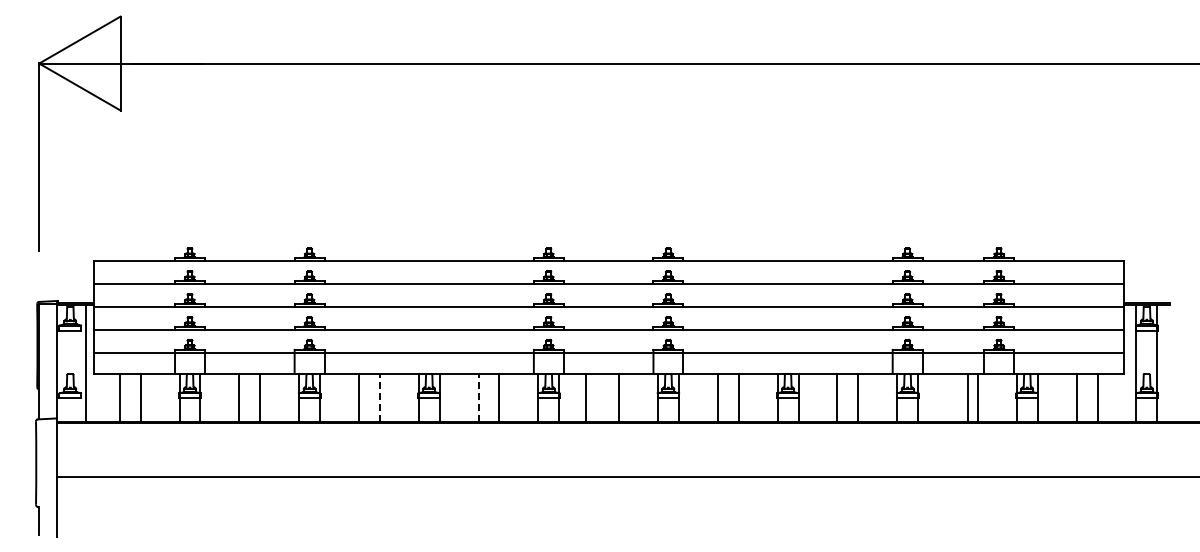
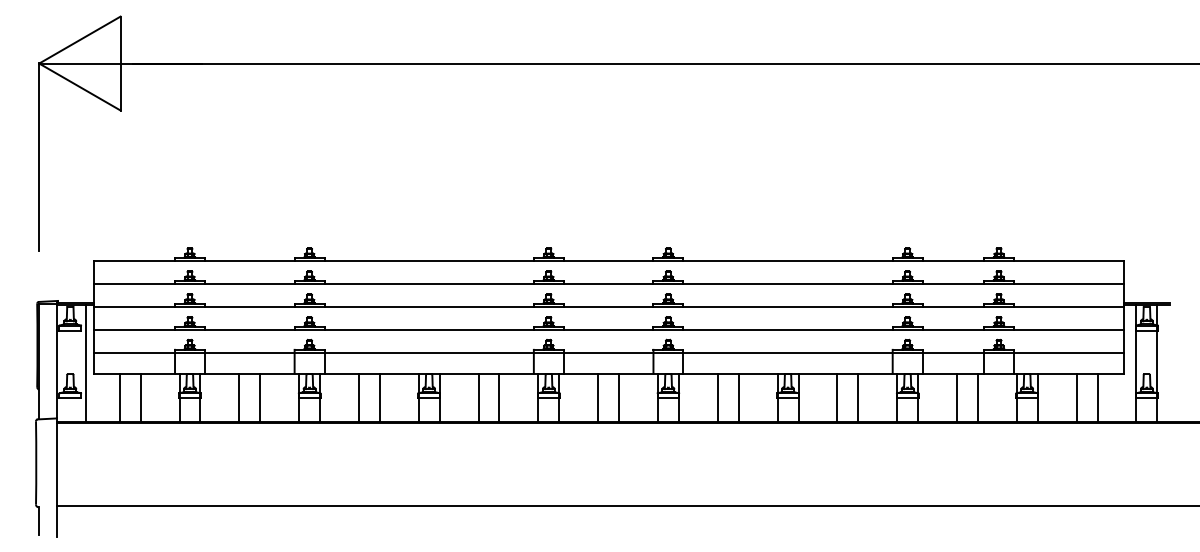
line at (379, 397): dashed -> solid
line at (478, 397): dashed -> solid
line at (586, 397) position: (586, 397) -> (598, 397)
line at (967, 397) position: (967, 397) -> (956, 397)
line at (626, 476) position: (626, 476) -> (626, 505)
